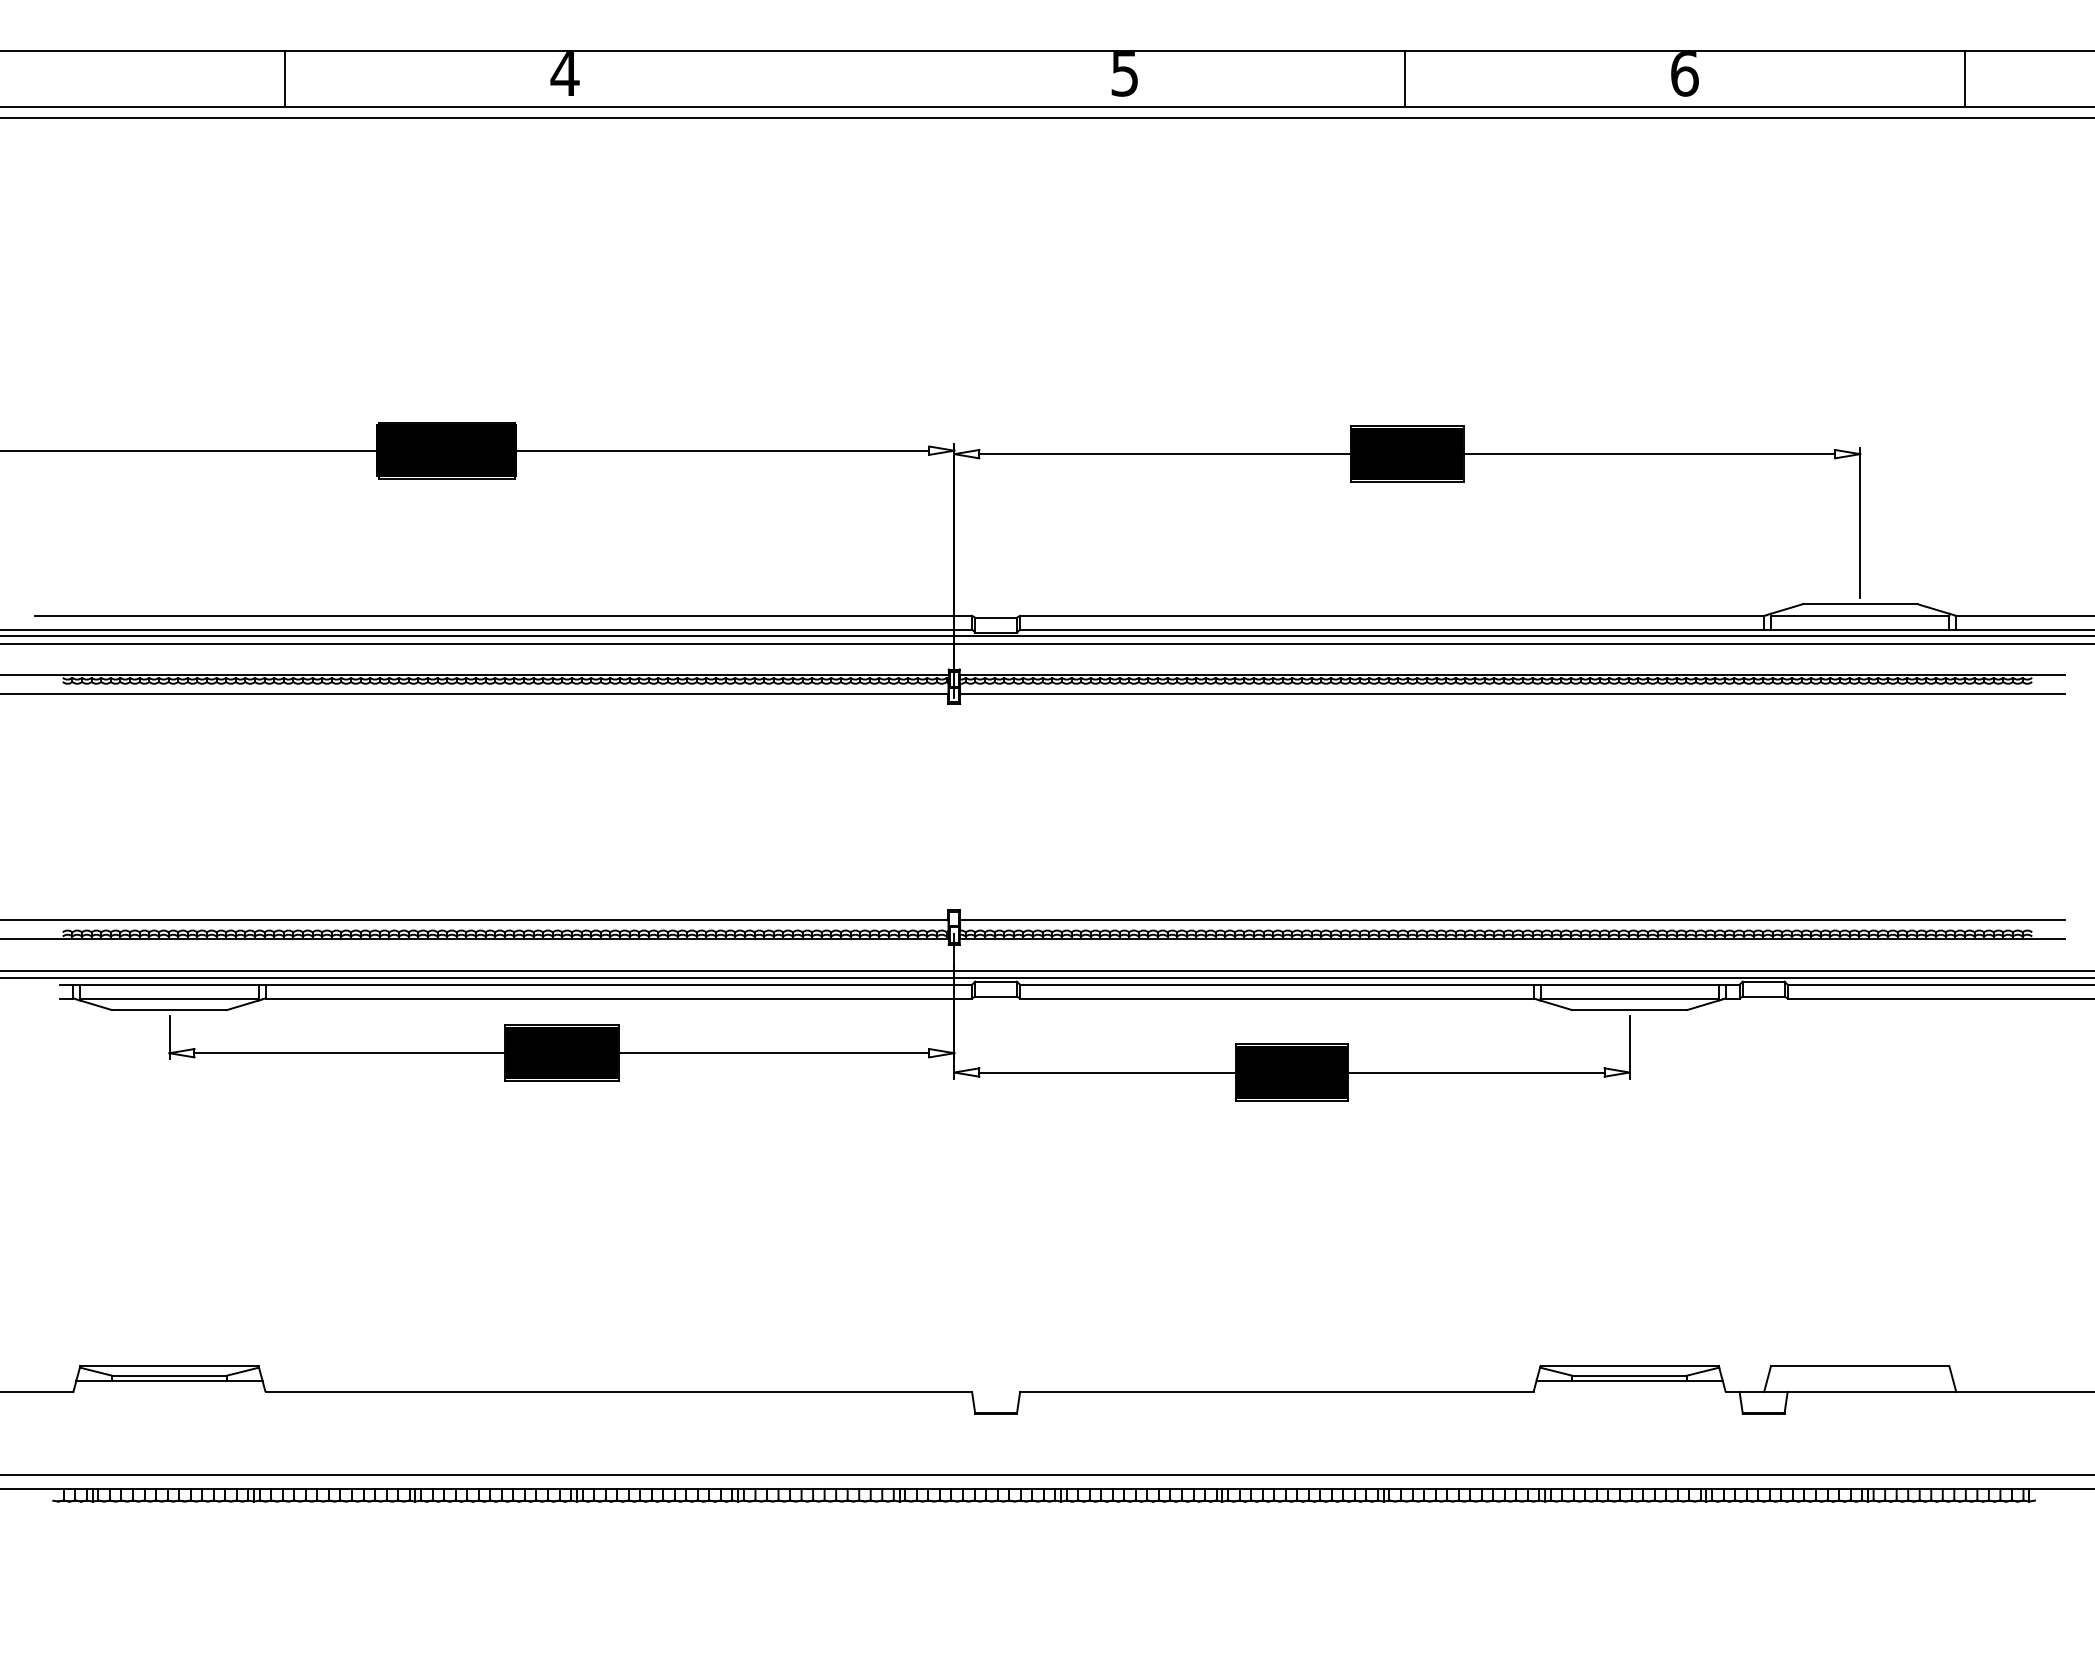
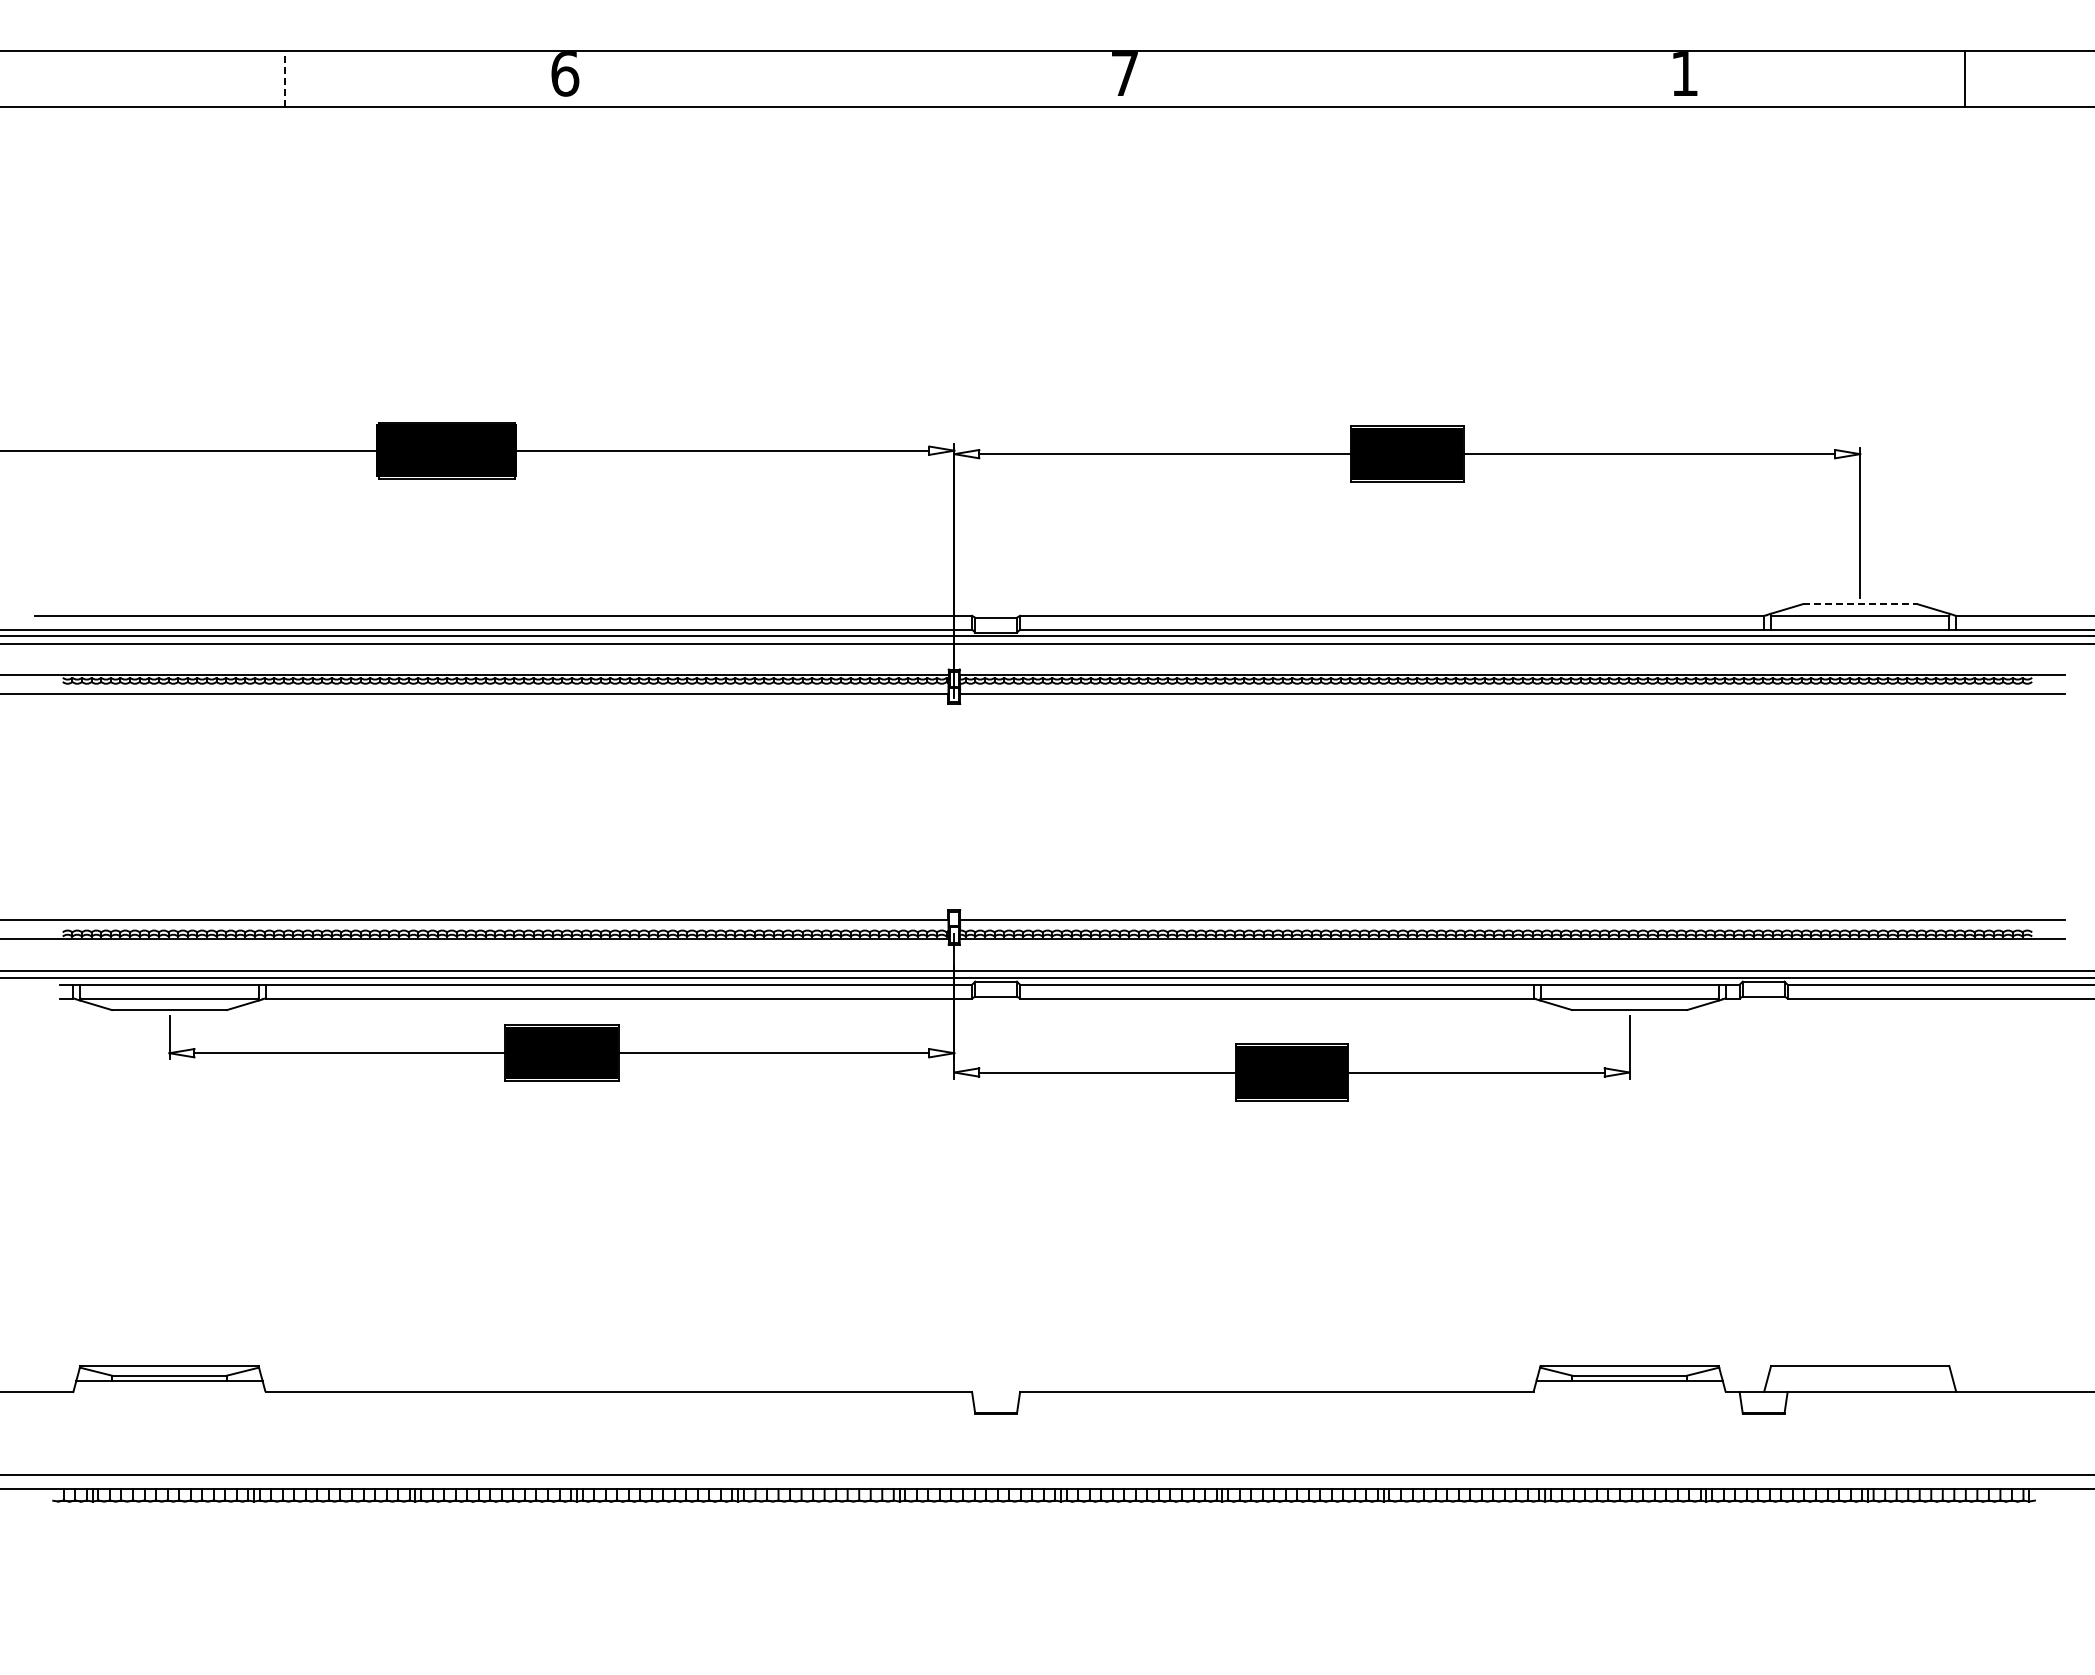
text at (564, 74): 4 -> 6
text at (1124, 74): 5 -> 7
text at (1684, 74): 6 -> 1
line at (285, 79): solid -> dashed
line at (1404, 79): present -> none
line at (1046, 118): present -> none
line at (1860, 604): solid -> dashed
